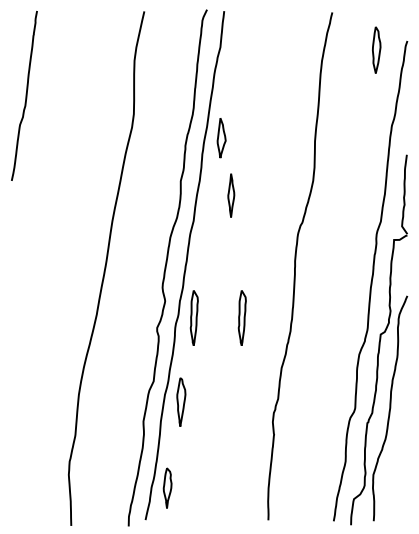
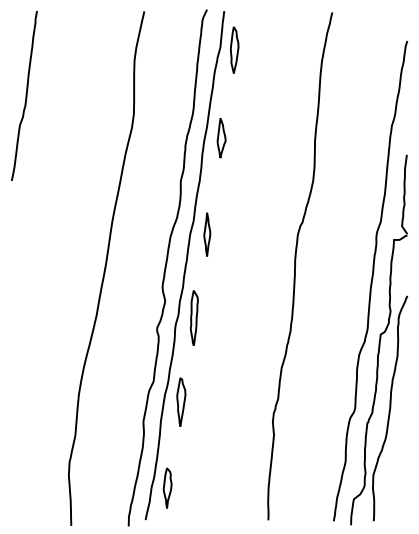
part at (376, 49) position: (376, 49) -> (234, 49)
part at (231, 195) position: (231, 195) -> (207, 234)
part at (241, 317): present -> none
